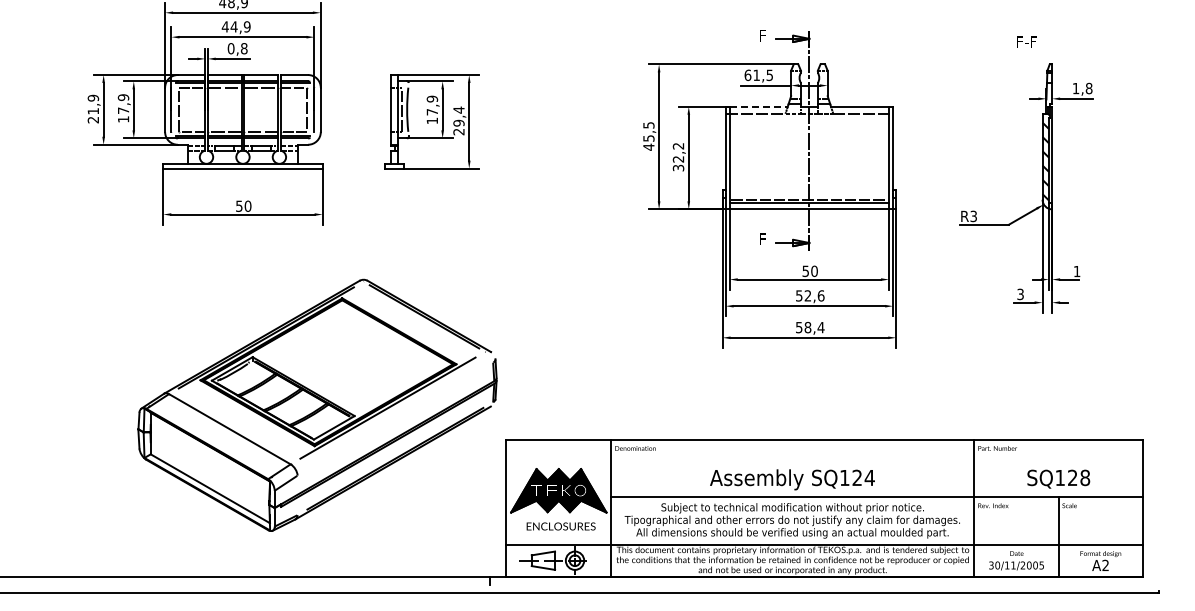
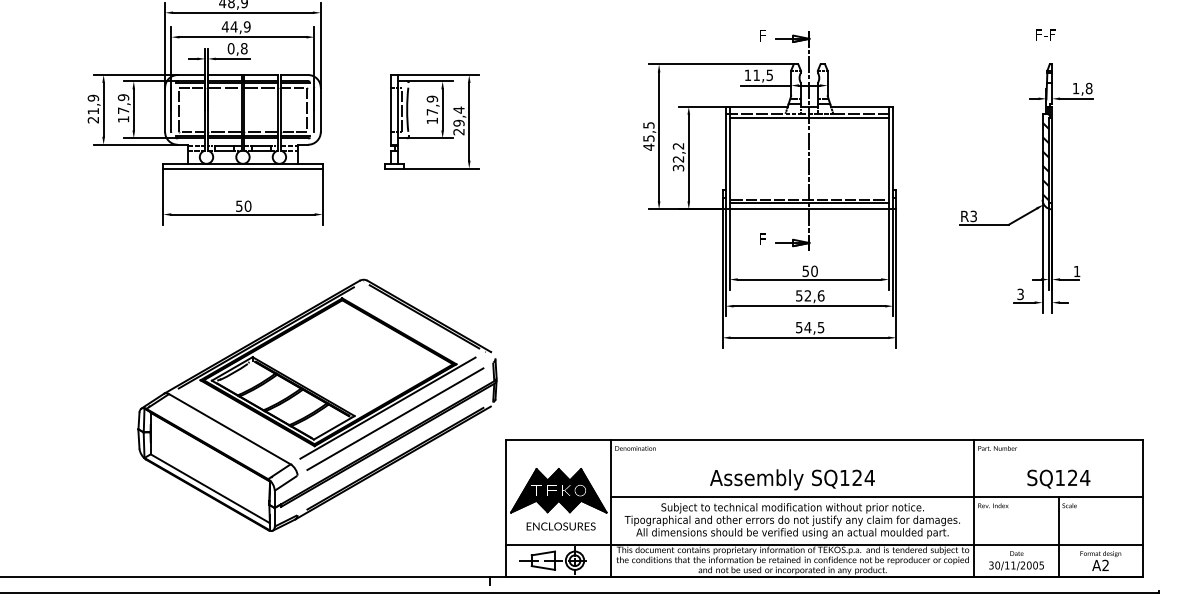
text at (1026, 41) position: (1026, 41) -> (1045, 34)
text at (747, 75): 61,5 -> 11,5
line at (758, 106): dashed -> solid
line at (809, 117): none -> present
text at (814, 327): 58,4 -> 54,5
line at (395, 418): none -> present
text at (1085, 477): SQ128 -> SQ124
